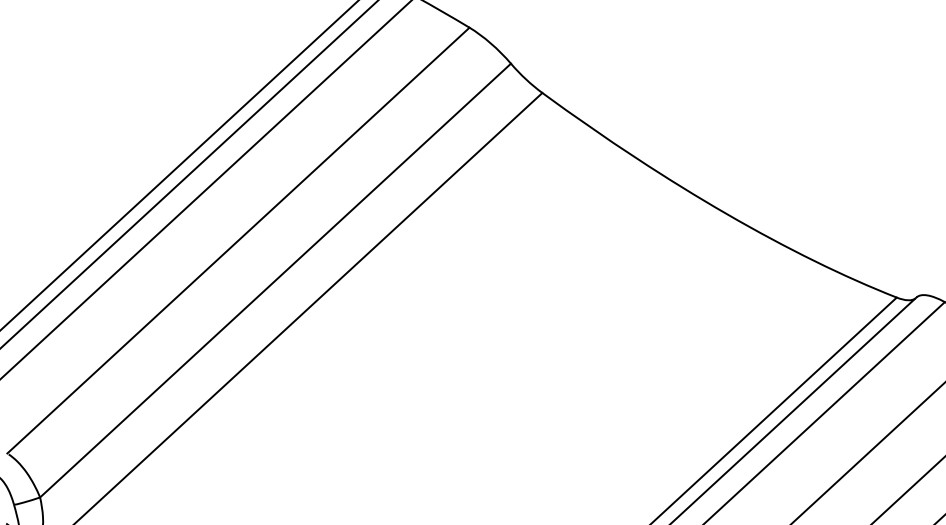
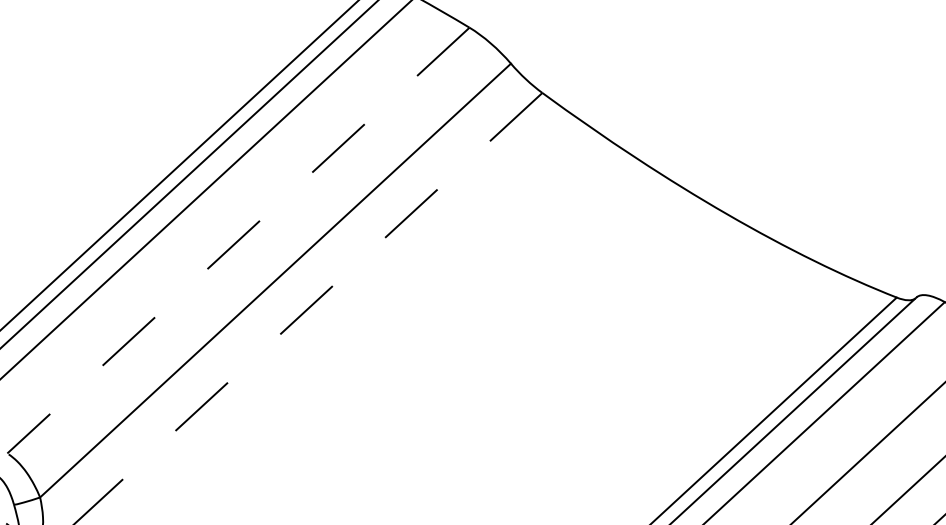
line at (238, 240): solid -> dashed
line at (307, 309): solid -> dashed
